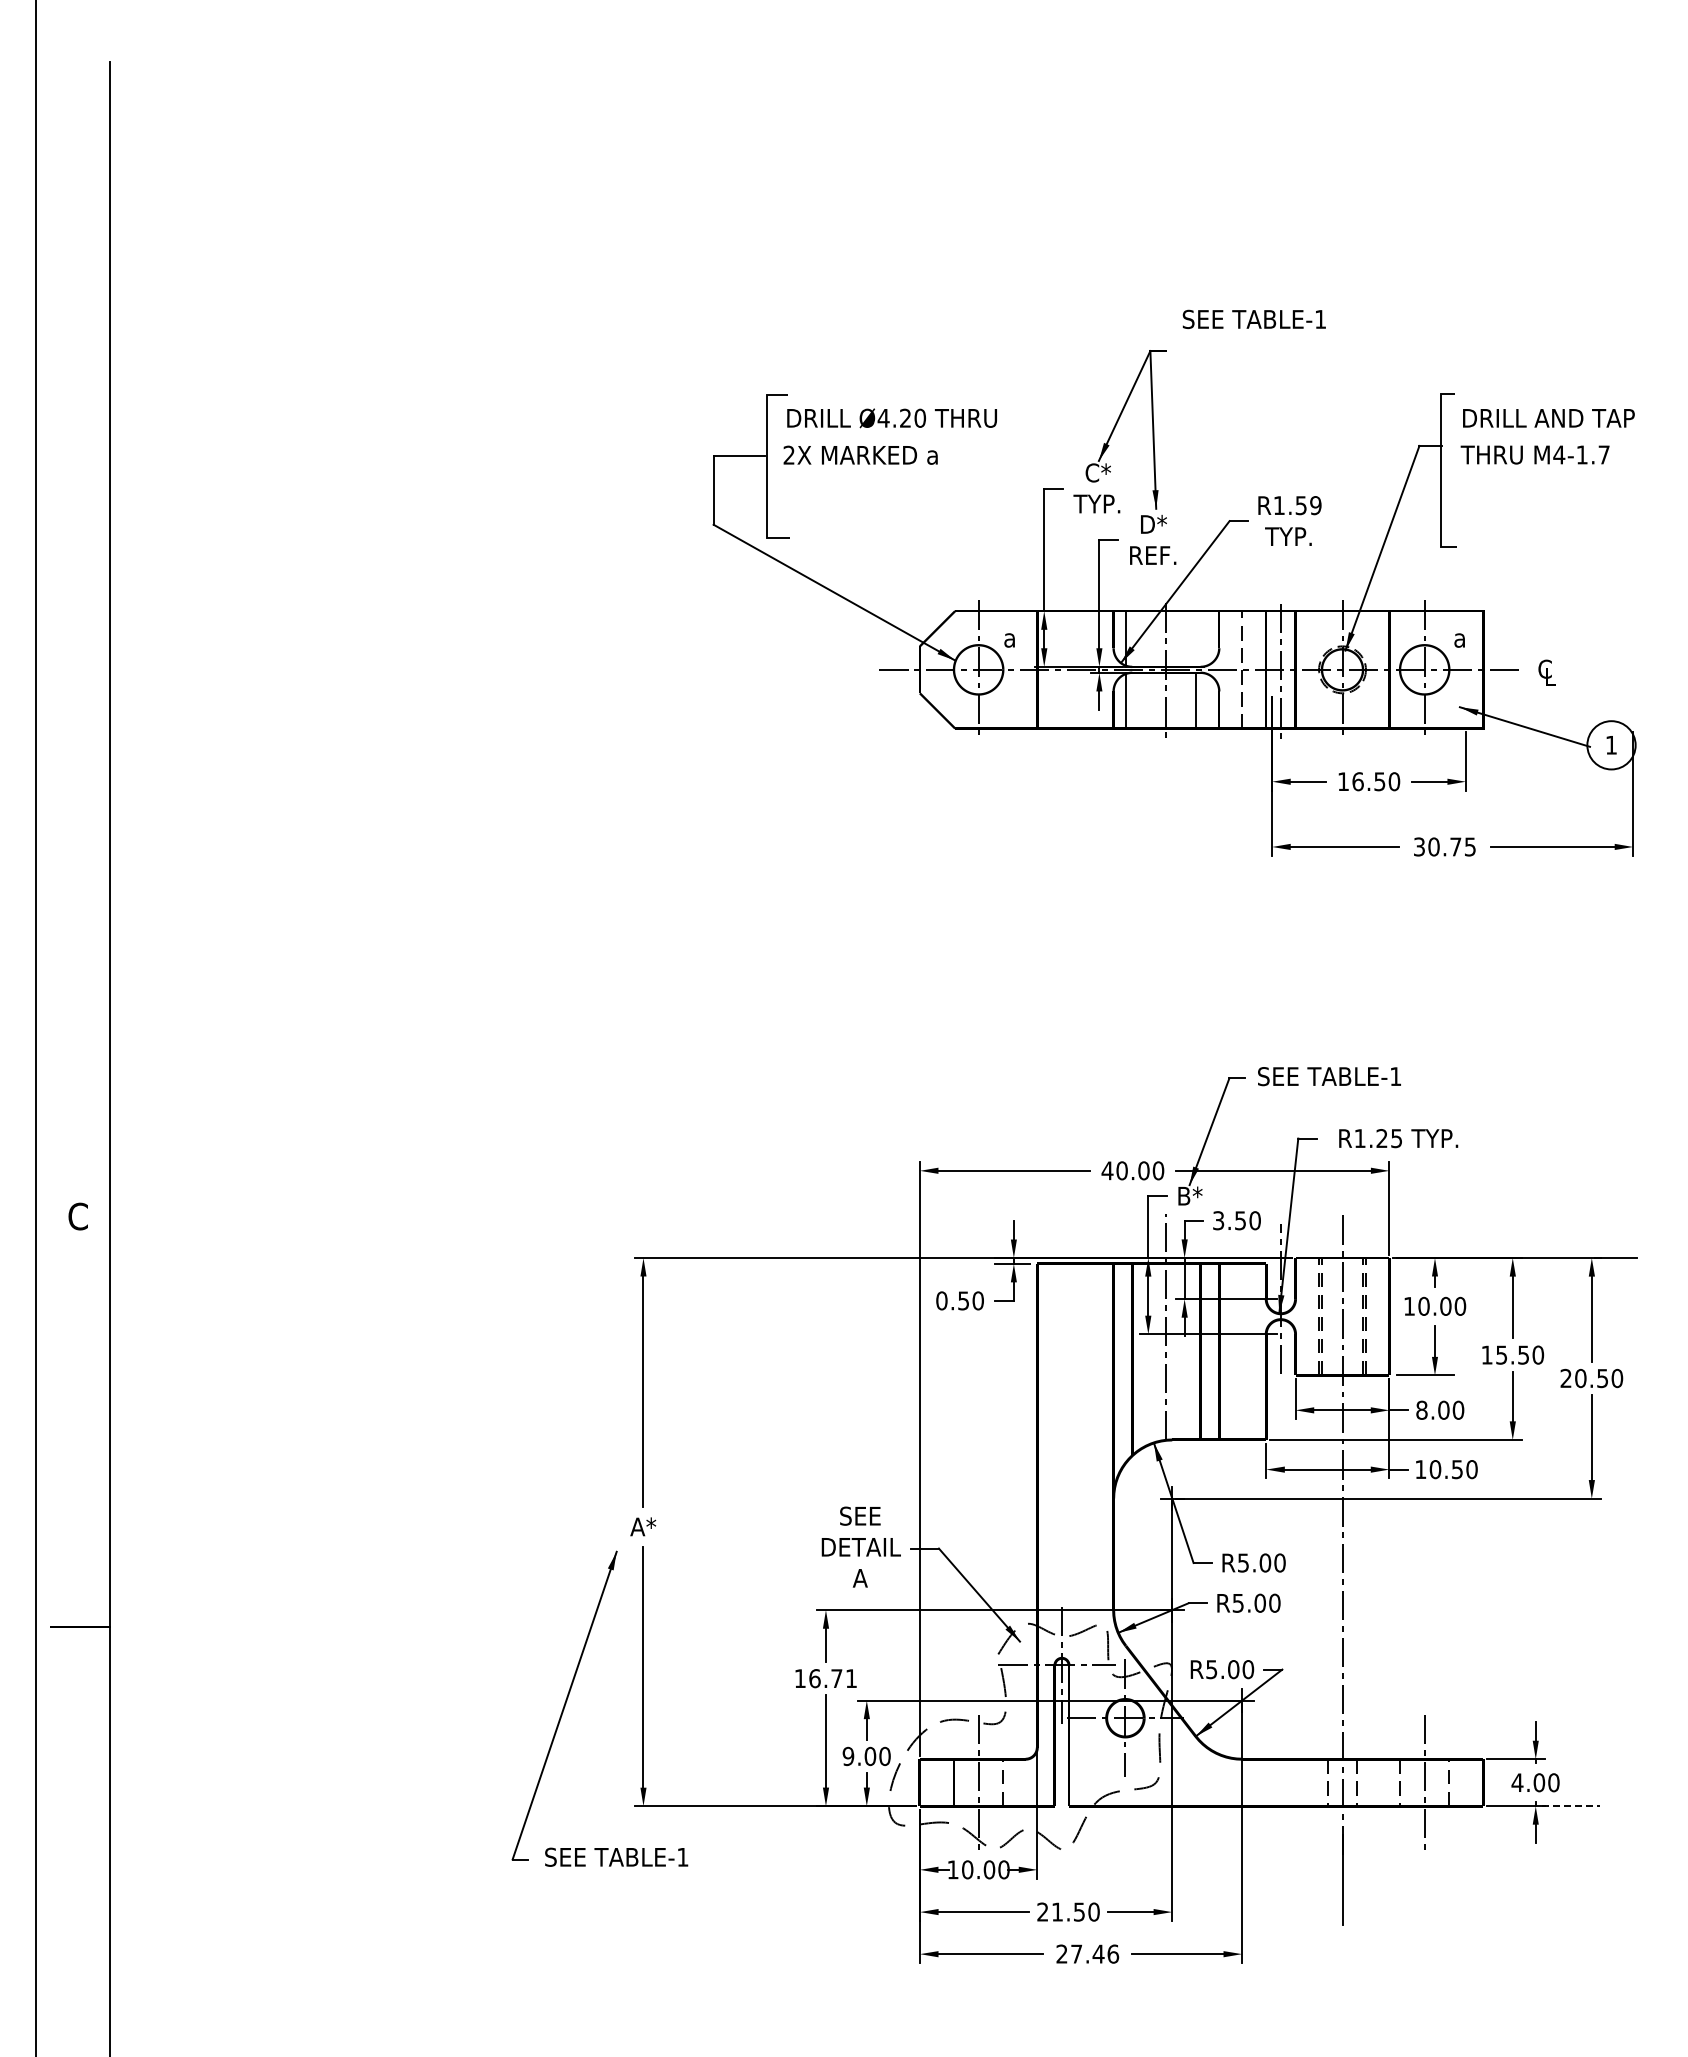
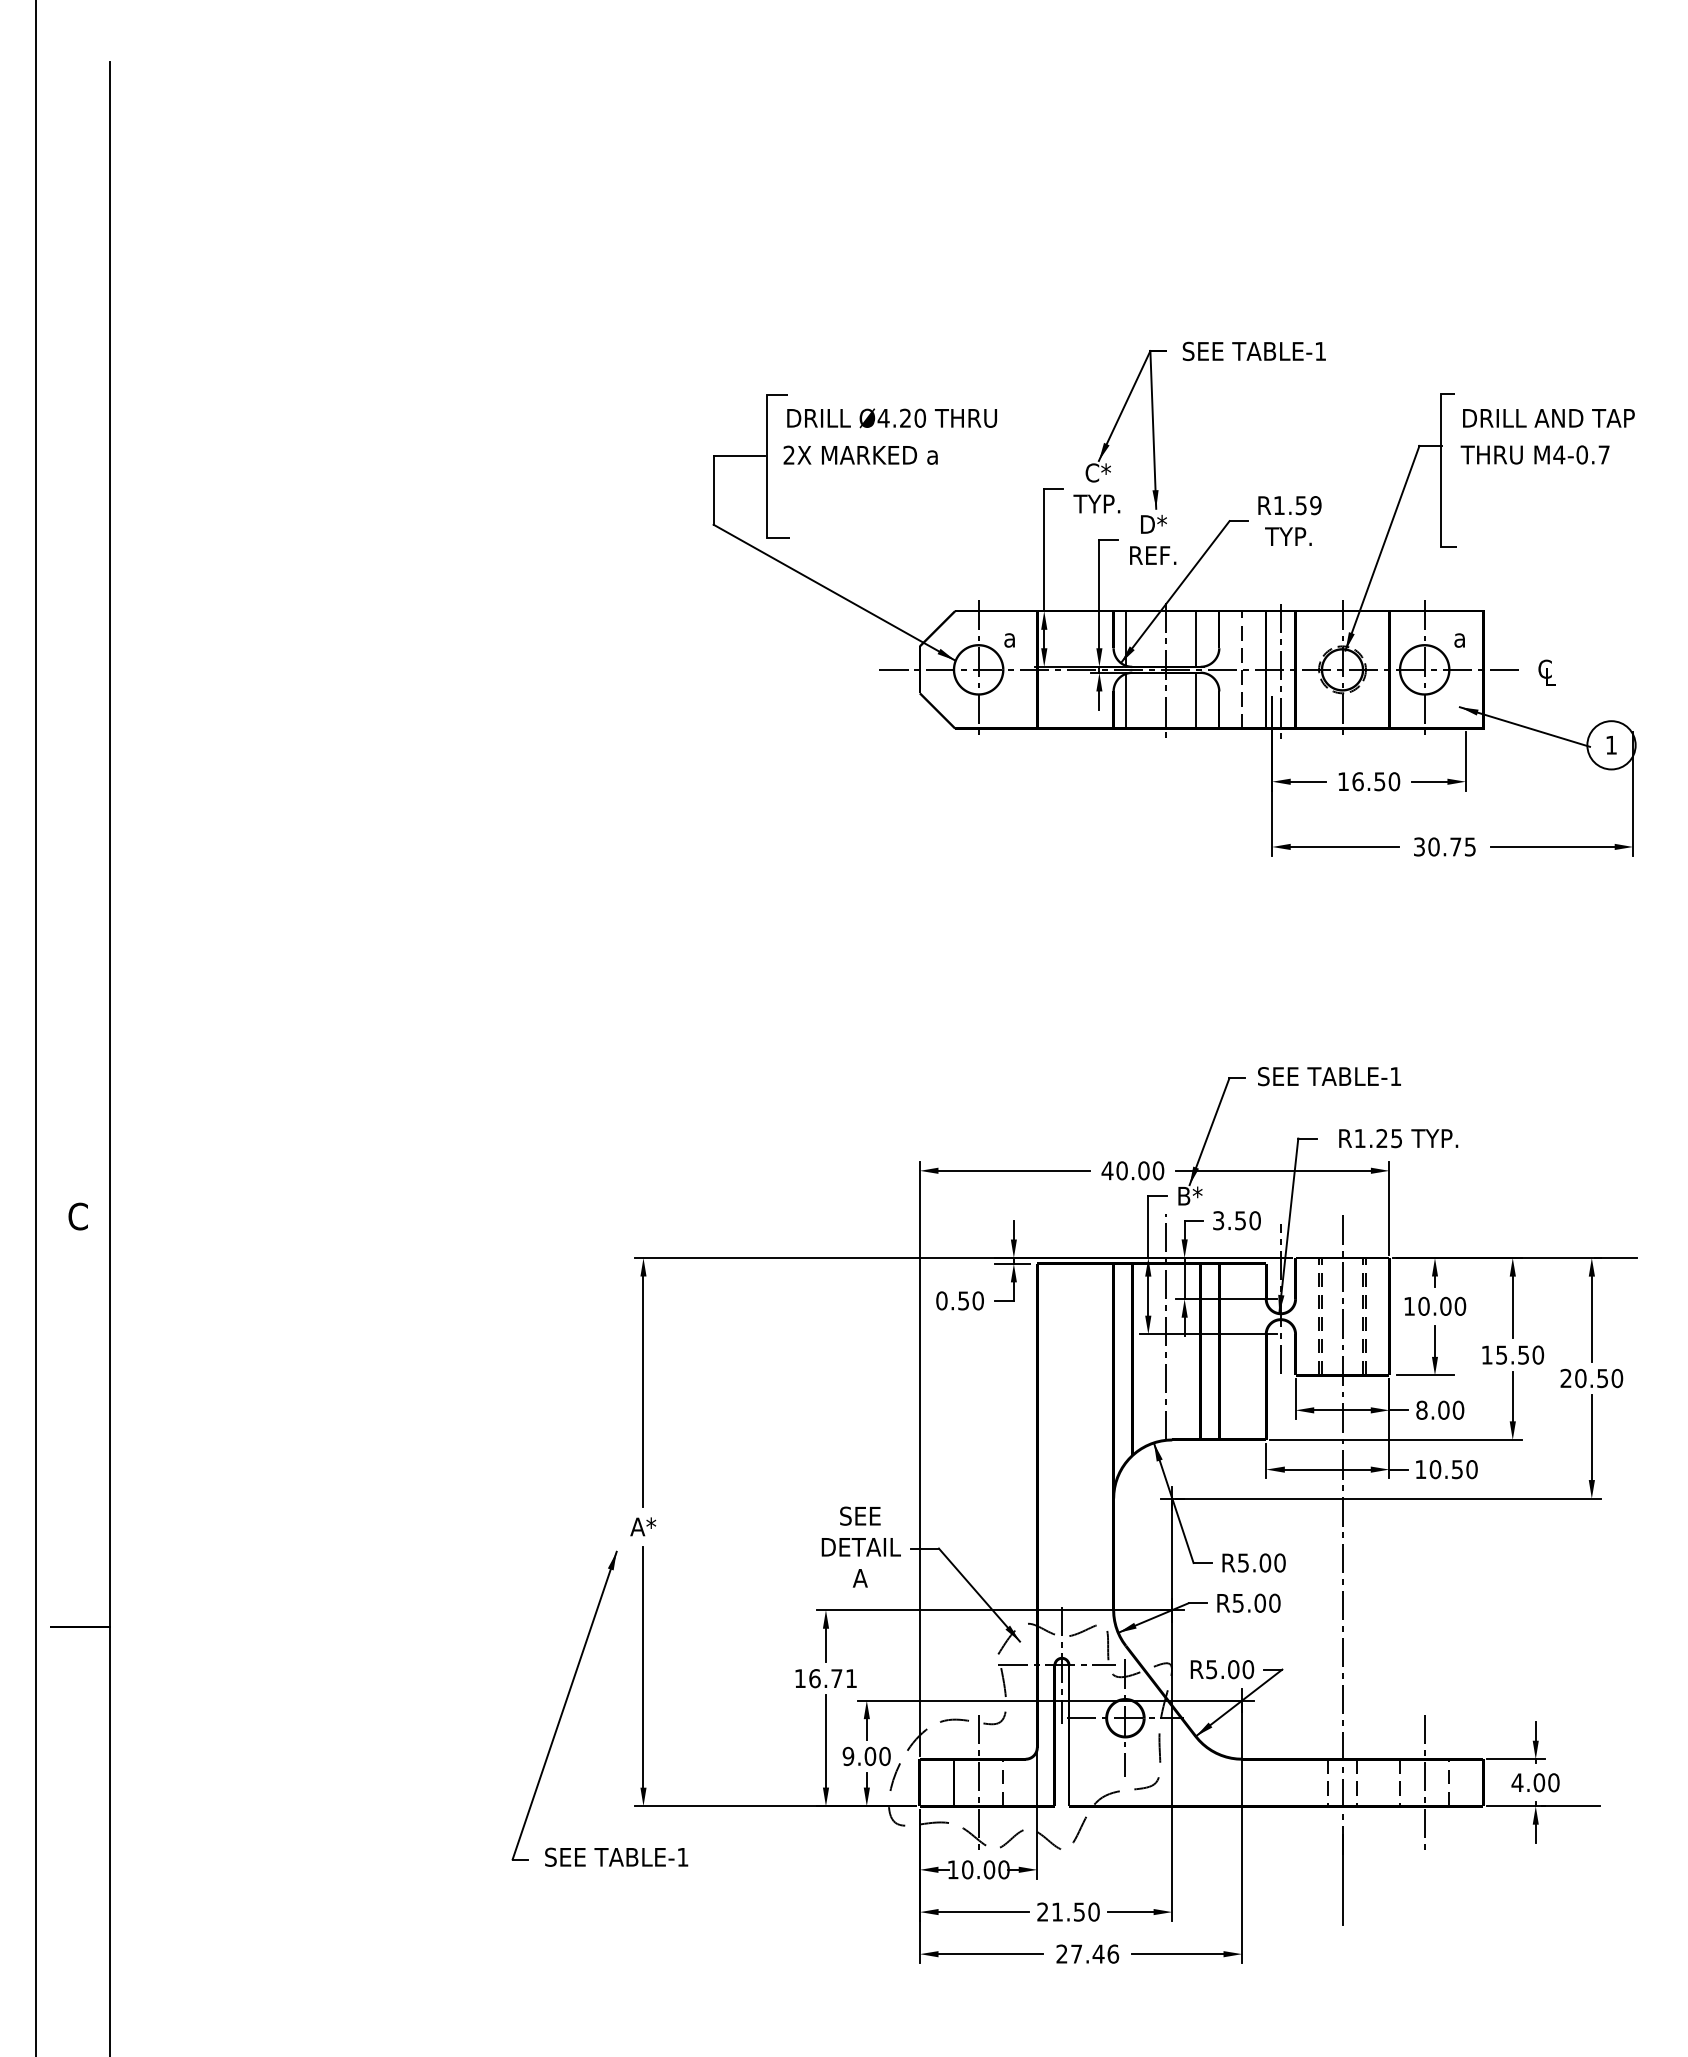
text at (1253, 318) position: (1253, 318) -> (1253, 350)
text at (1581, 454): M4-1.7 -> M4-0.7
line at (1195, 638): none -> present
line at (1571, 1806): dashed -> solid
